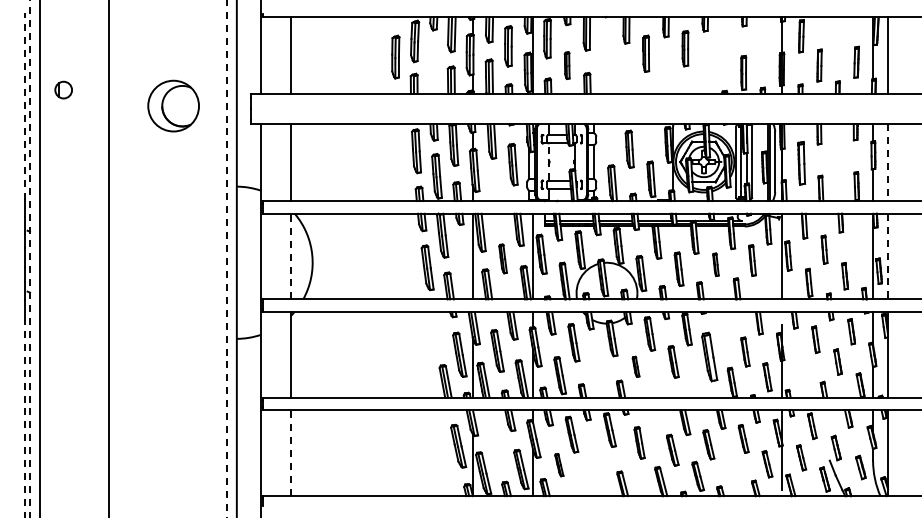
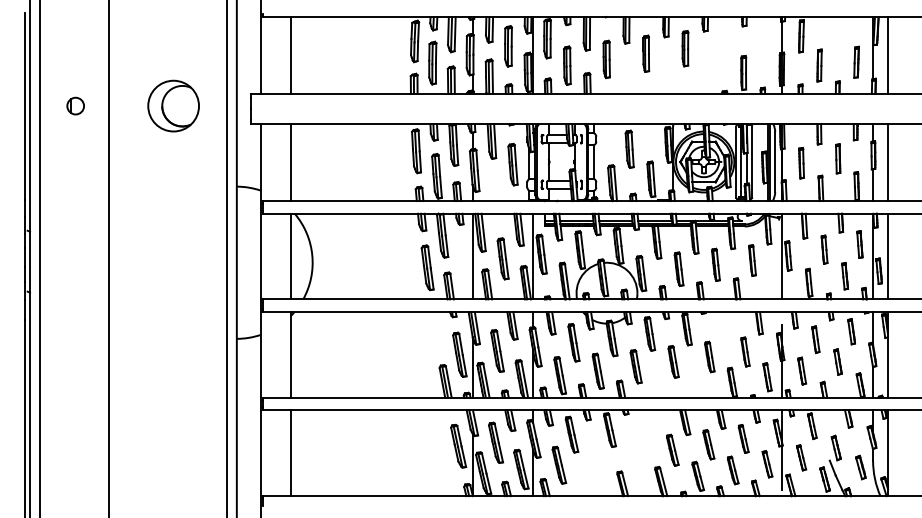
part at (395, 56) position: (395, 56) -> (432, 62)
part at (606, 59): none -> present
part at (566, 65) size: 8x30 px -> 10x41 px
part at (63, 89) position: (63, 89) -> (75, 105)
line at (24, 106): dashed -> solid
part at (838, 158): none -> present
line at (548, 162): dashed -> solid
part at (801, 163) size: 9x45 px -> 7x34 px
line at (888, 163): dashed -> solid
part at (859, 244): none -> present
line at (291, 256): dashed -> solid
line at (888, 256): dashed -> solid
line at (30, 258): dashed -> solid
line at (226, 258): dashed -> solid
part at (502, 258) size: 10x32 px -> 14x44 px
part at (715, 264) size: 8x25 px -> 10x35 px
part at (709, 356) size: 18x52 px -> 12x34 px
part at (635, 366) size: 10x23 px -> 14x36 px
part at (597, 370): none -> present
part at (802, 370): none -> present
line at (24, 418): dashed -> solid
part at (496, 442): none -> present
part at (639, 442): present -> none
line at (291, 453): dashed -> solid
part at (559, 465) size: 11x25 px -> 17x40 px
part at (733, 470): none -> present
